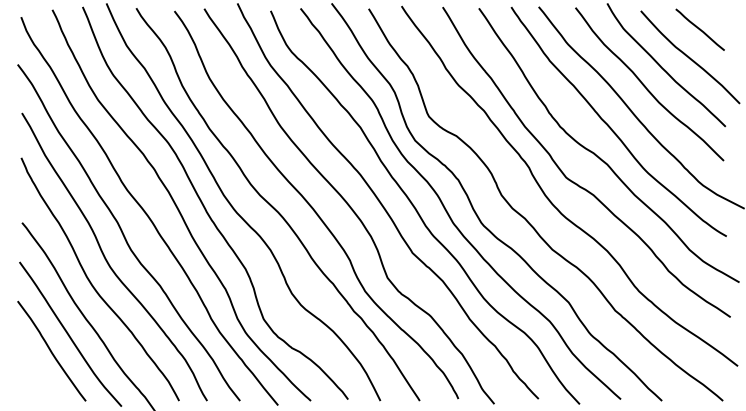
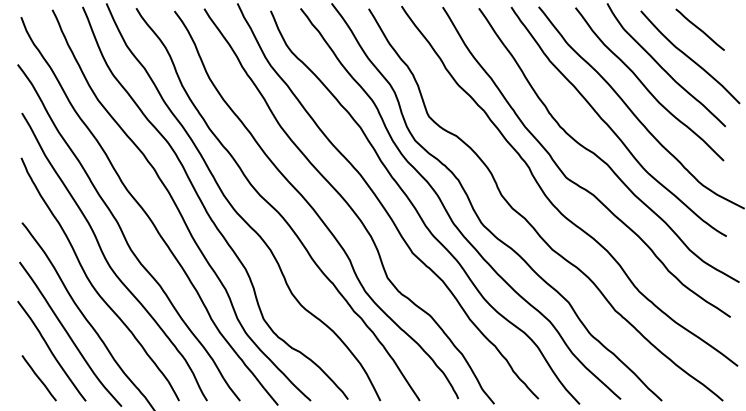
line at (38, 378): none -> present
